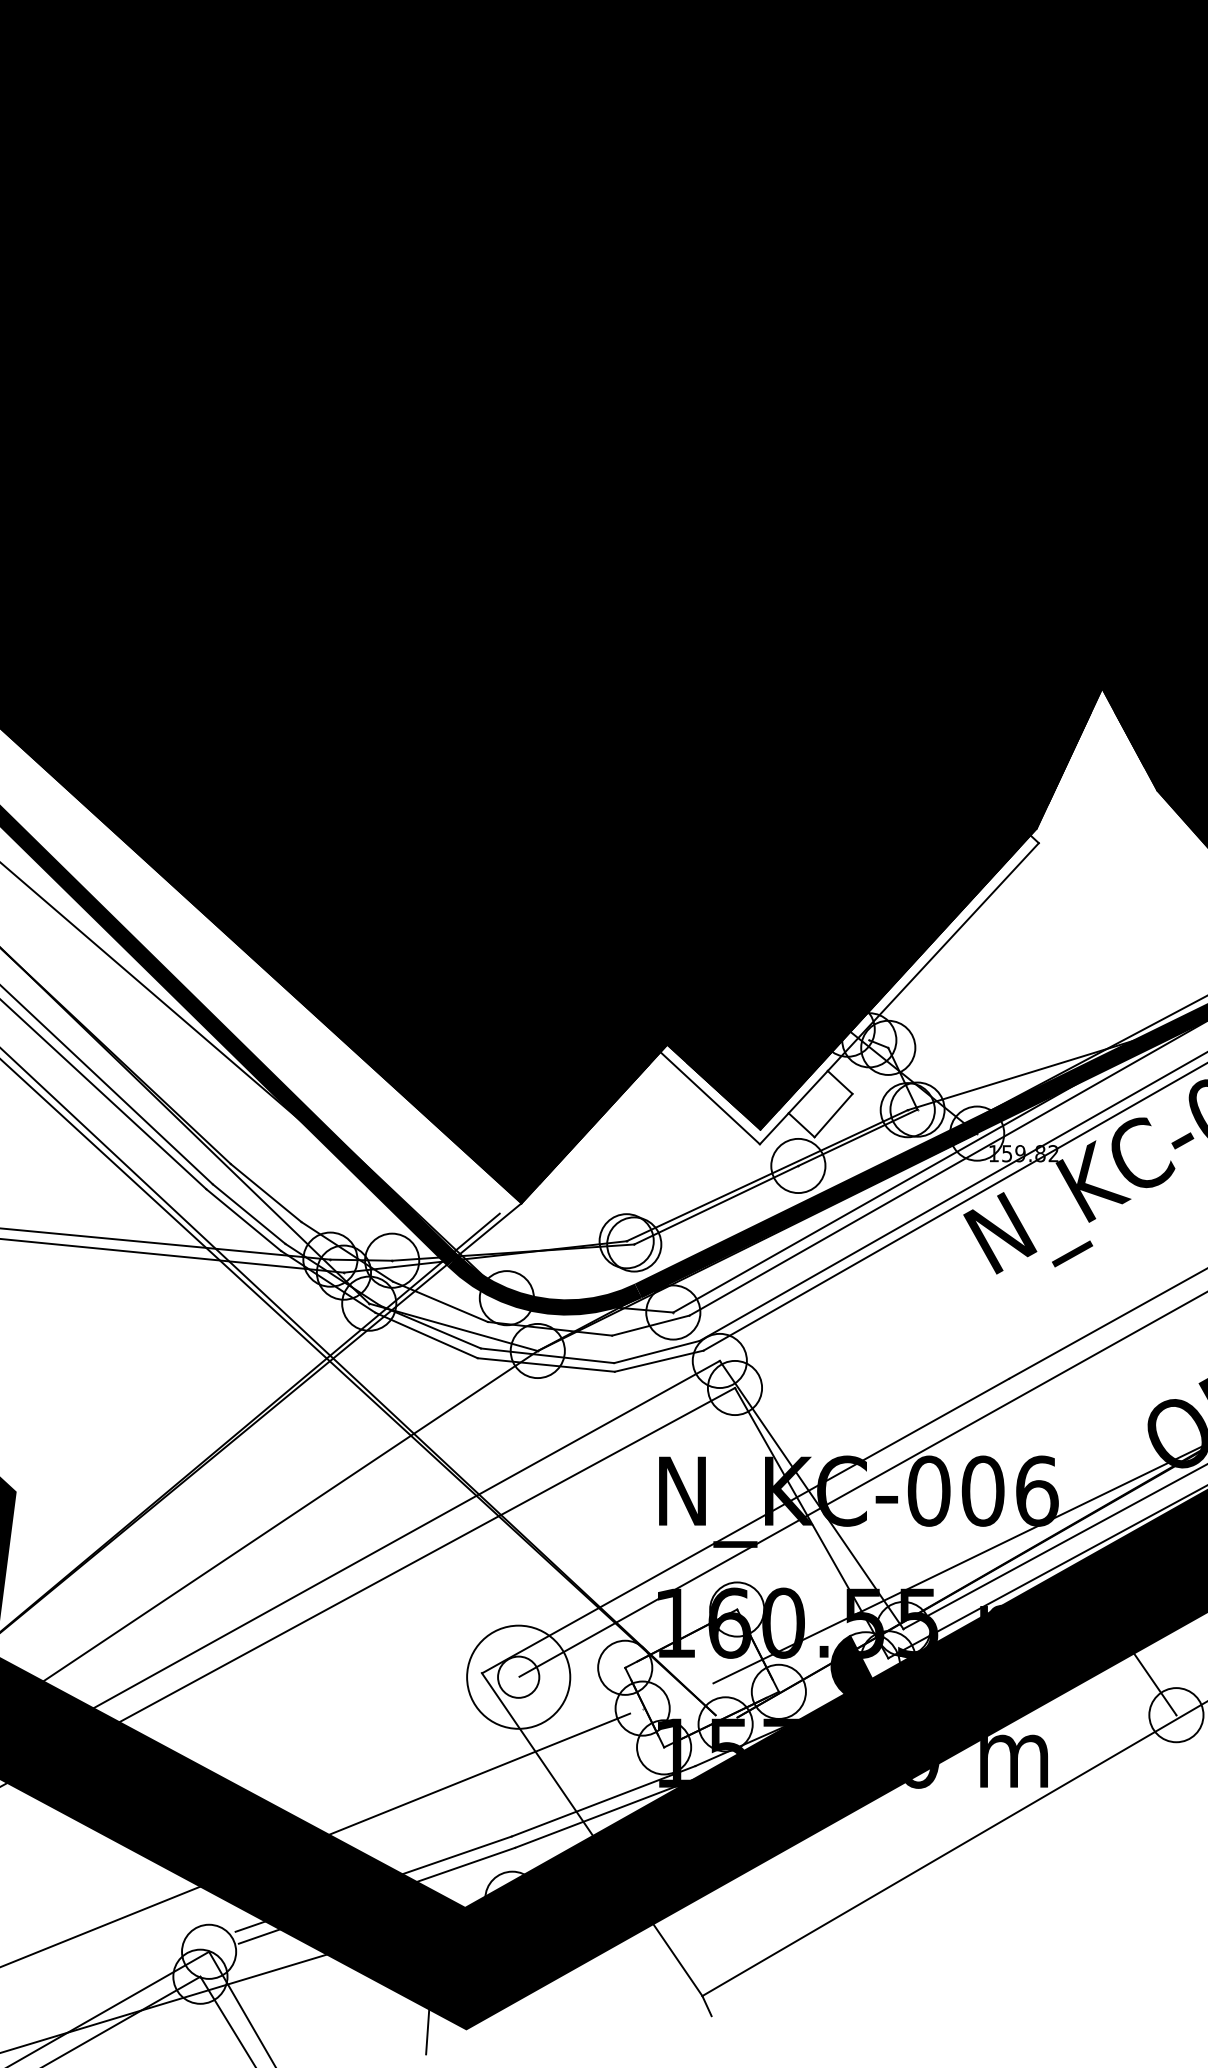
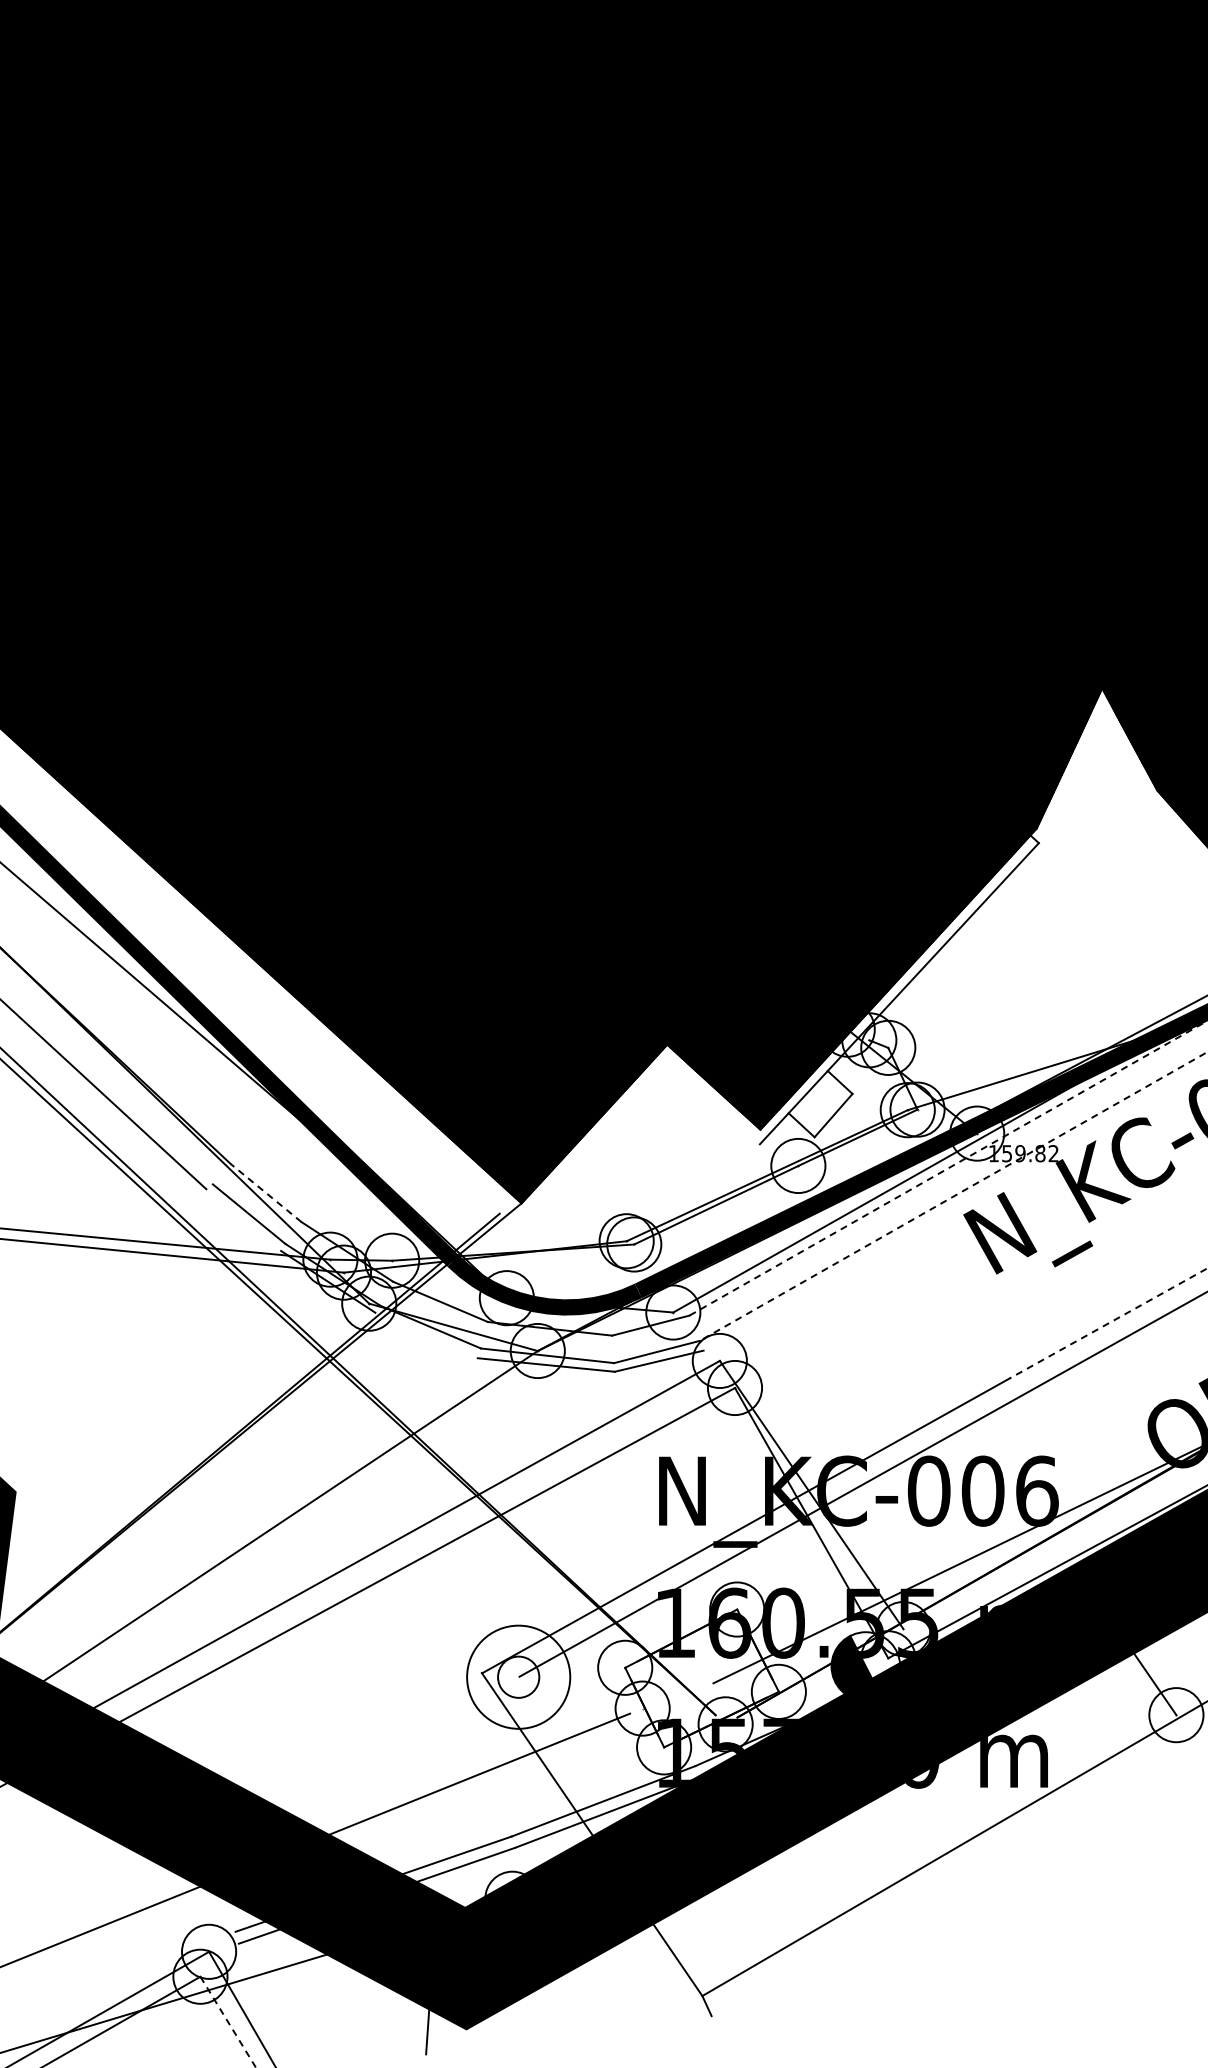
line at (107, 1085): present -> none
line at (708, 1096): present -> none
line at (948, 1168): solid -> dashed
line at (266, 1193): solid -> dashed
line at (953, 1196): solid -> dashed
line at (953, 1207): present -> none
line at (243, 1219): present -> none
line at (1107, 1323): solid -> dashed
line at (426, 1335): present -> none
line at (1053, 1547): present -> none
line at (228, 2021): solid -> dashed
